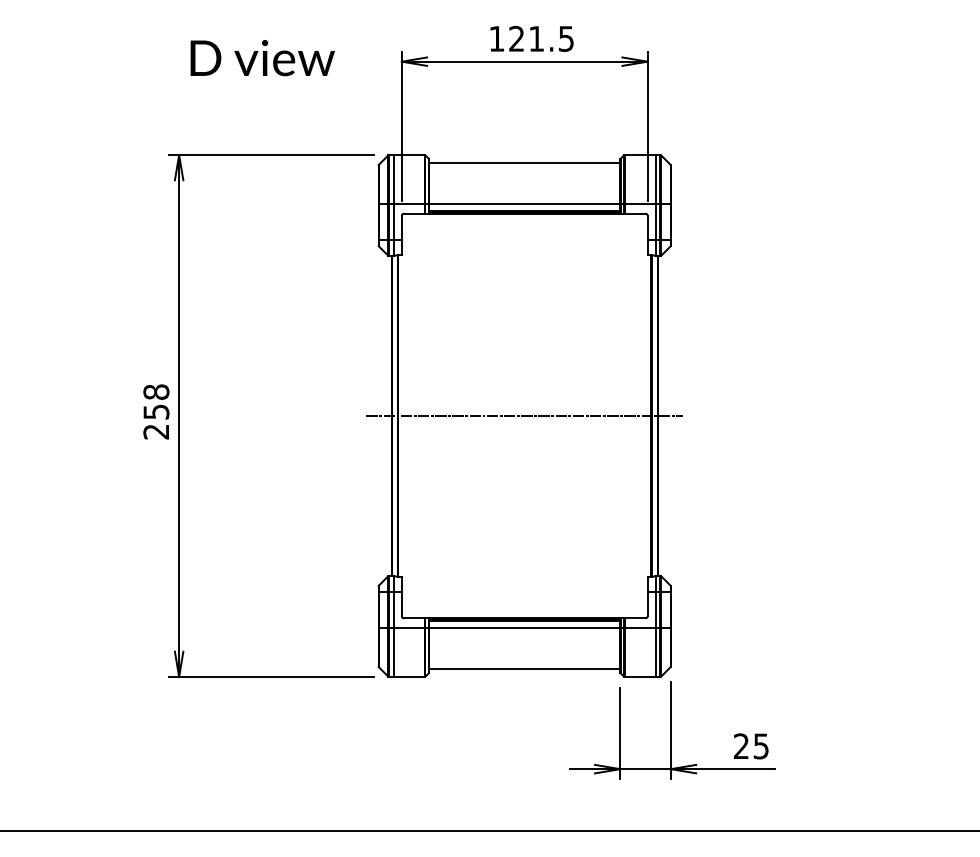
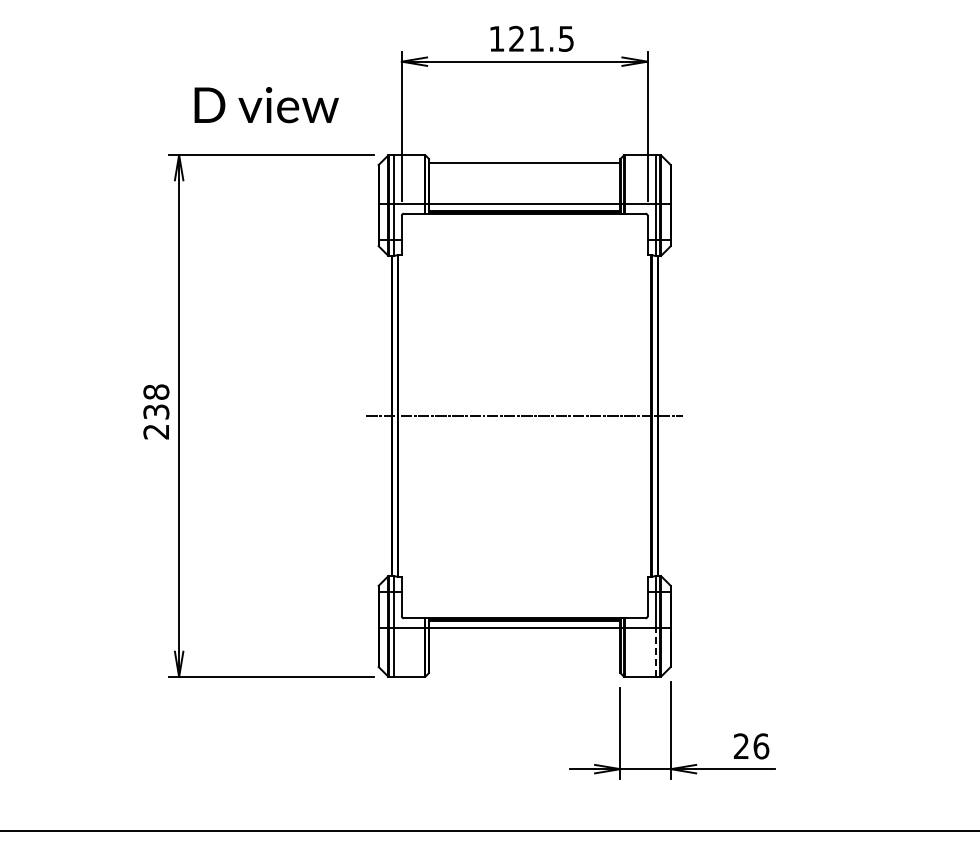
text at (262, 58) position: (262, 58) -> (266, 105)
text at (155, 411): 258 -> 238
line at (655, 652): solid -> dashed
line at (524, 668): present -> none
text at (761, 746): 25 -> 26
